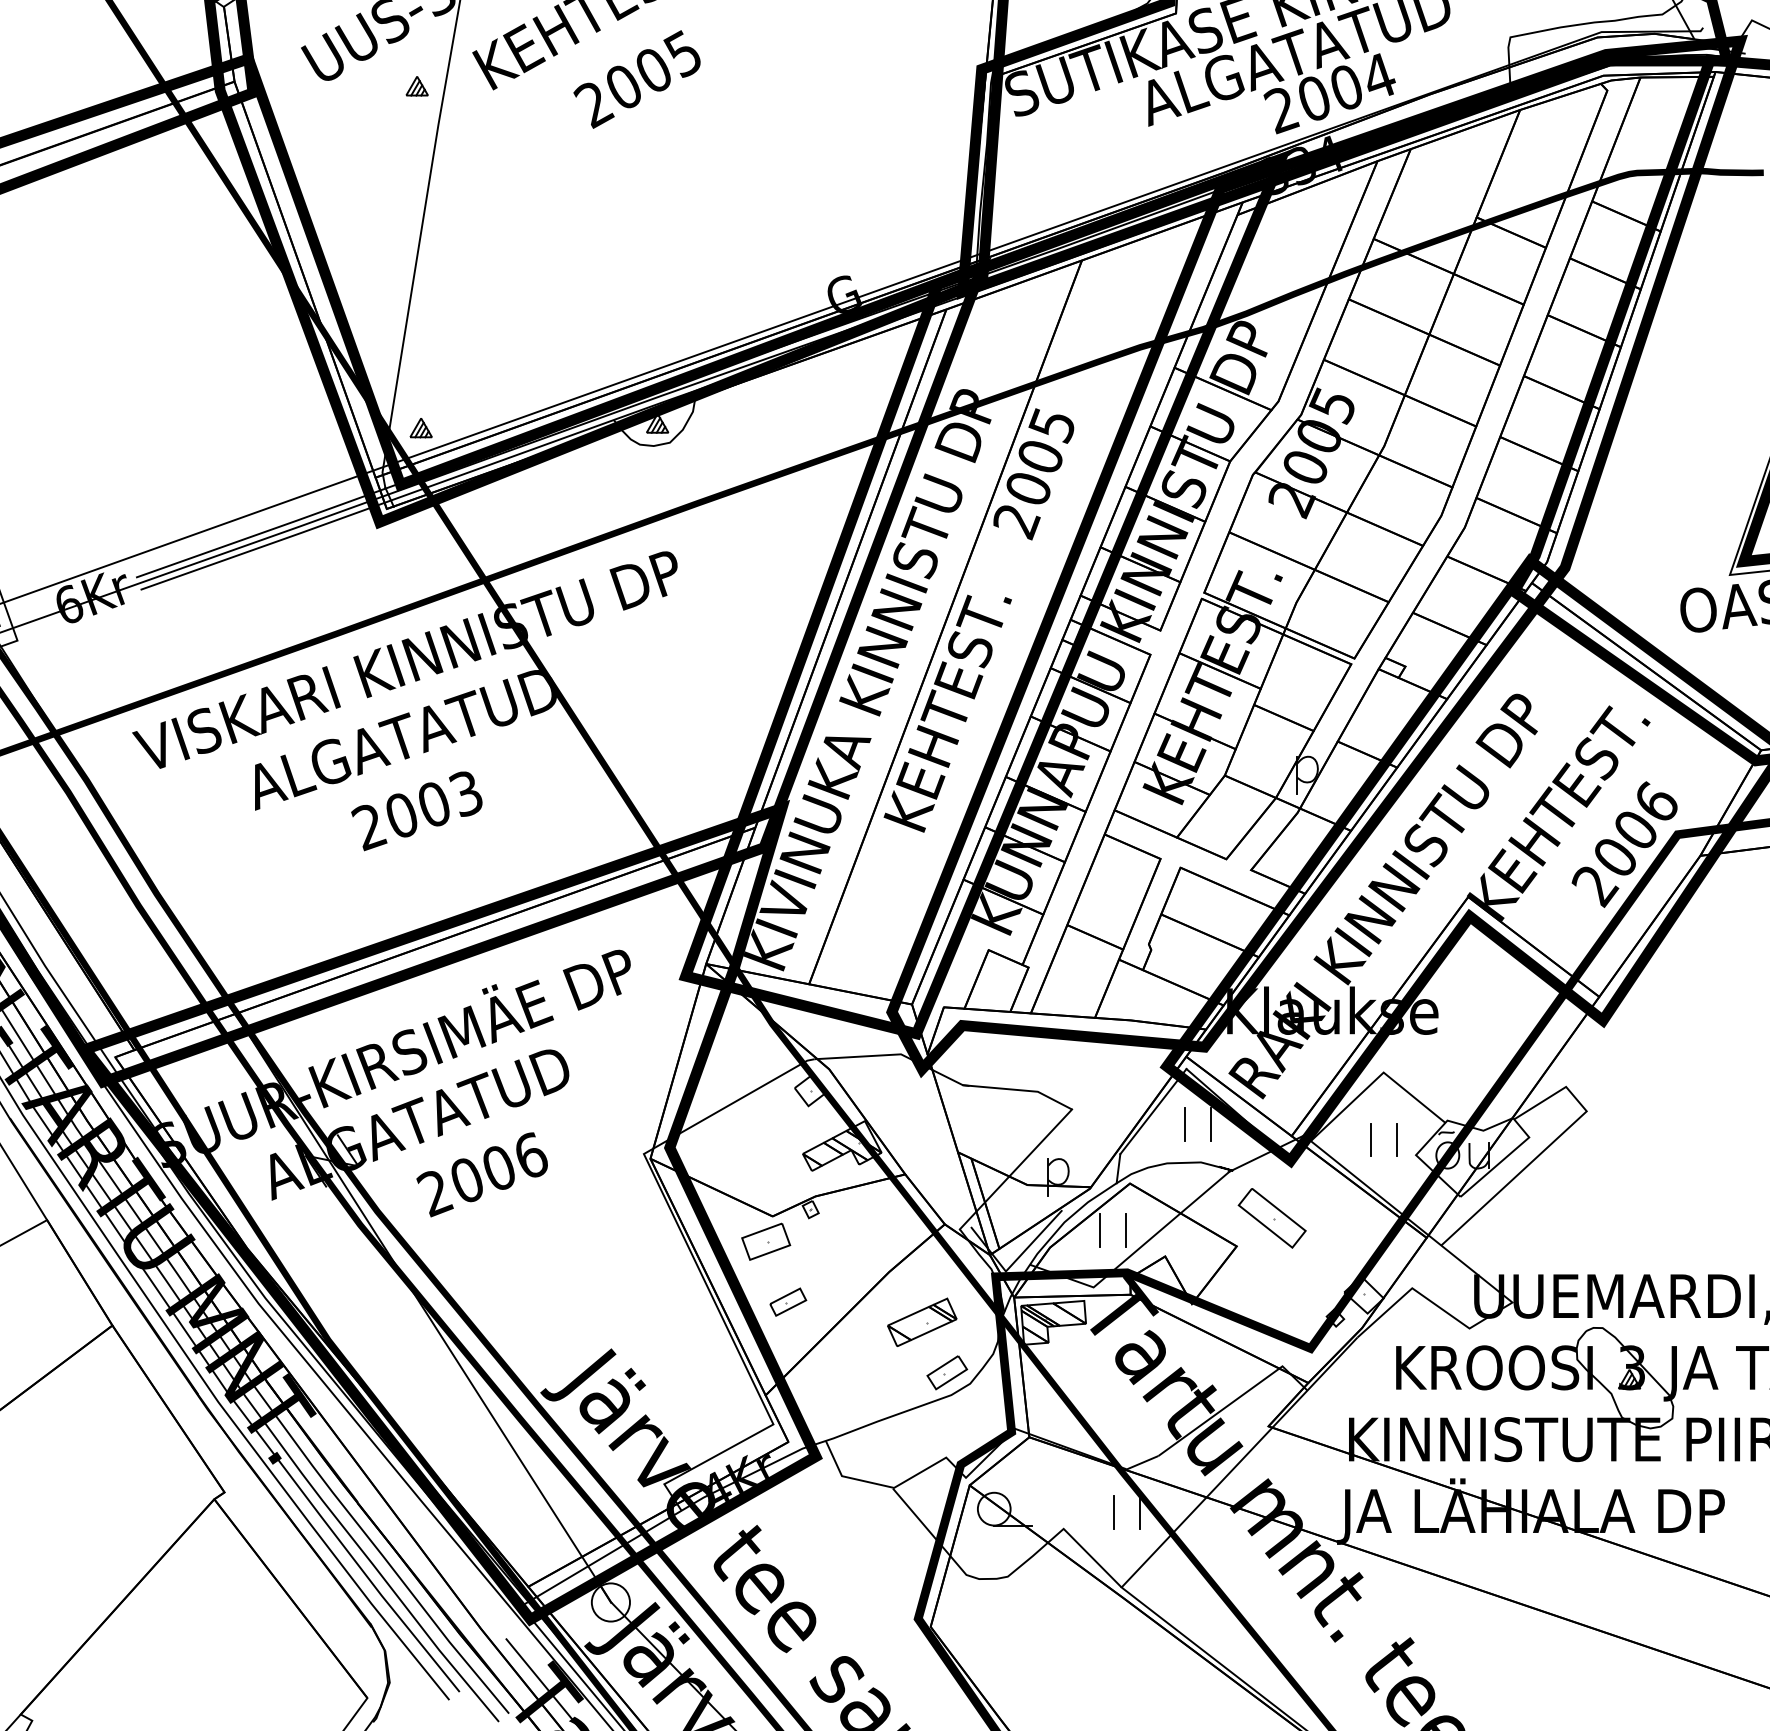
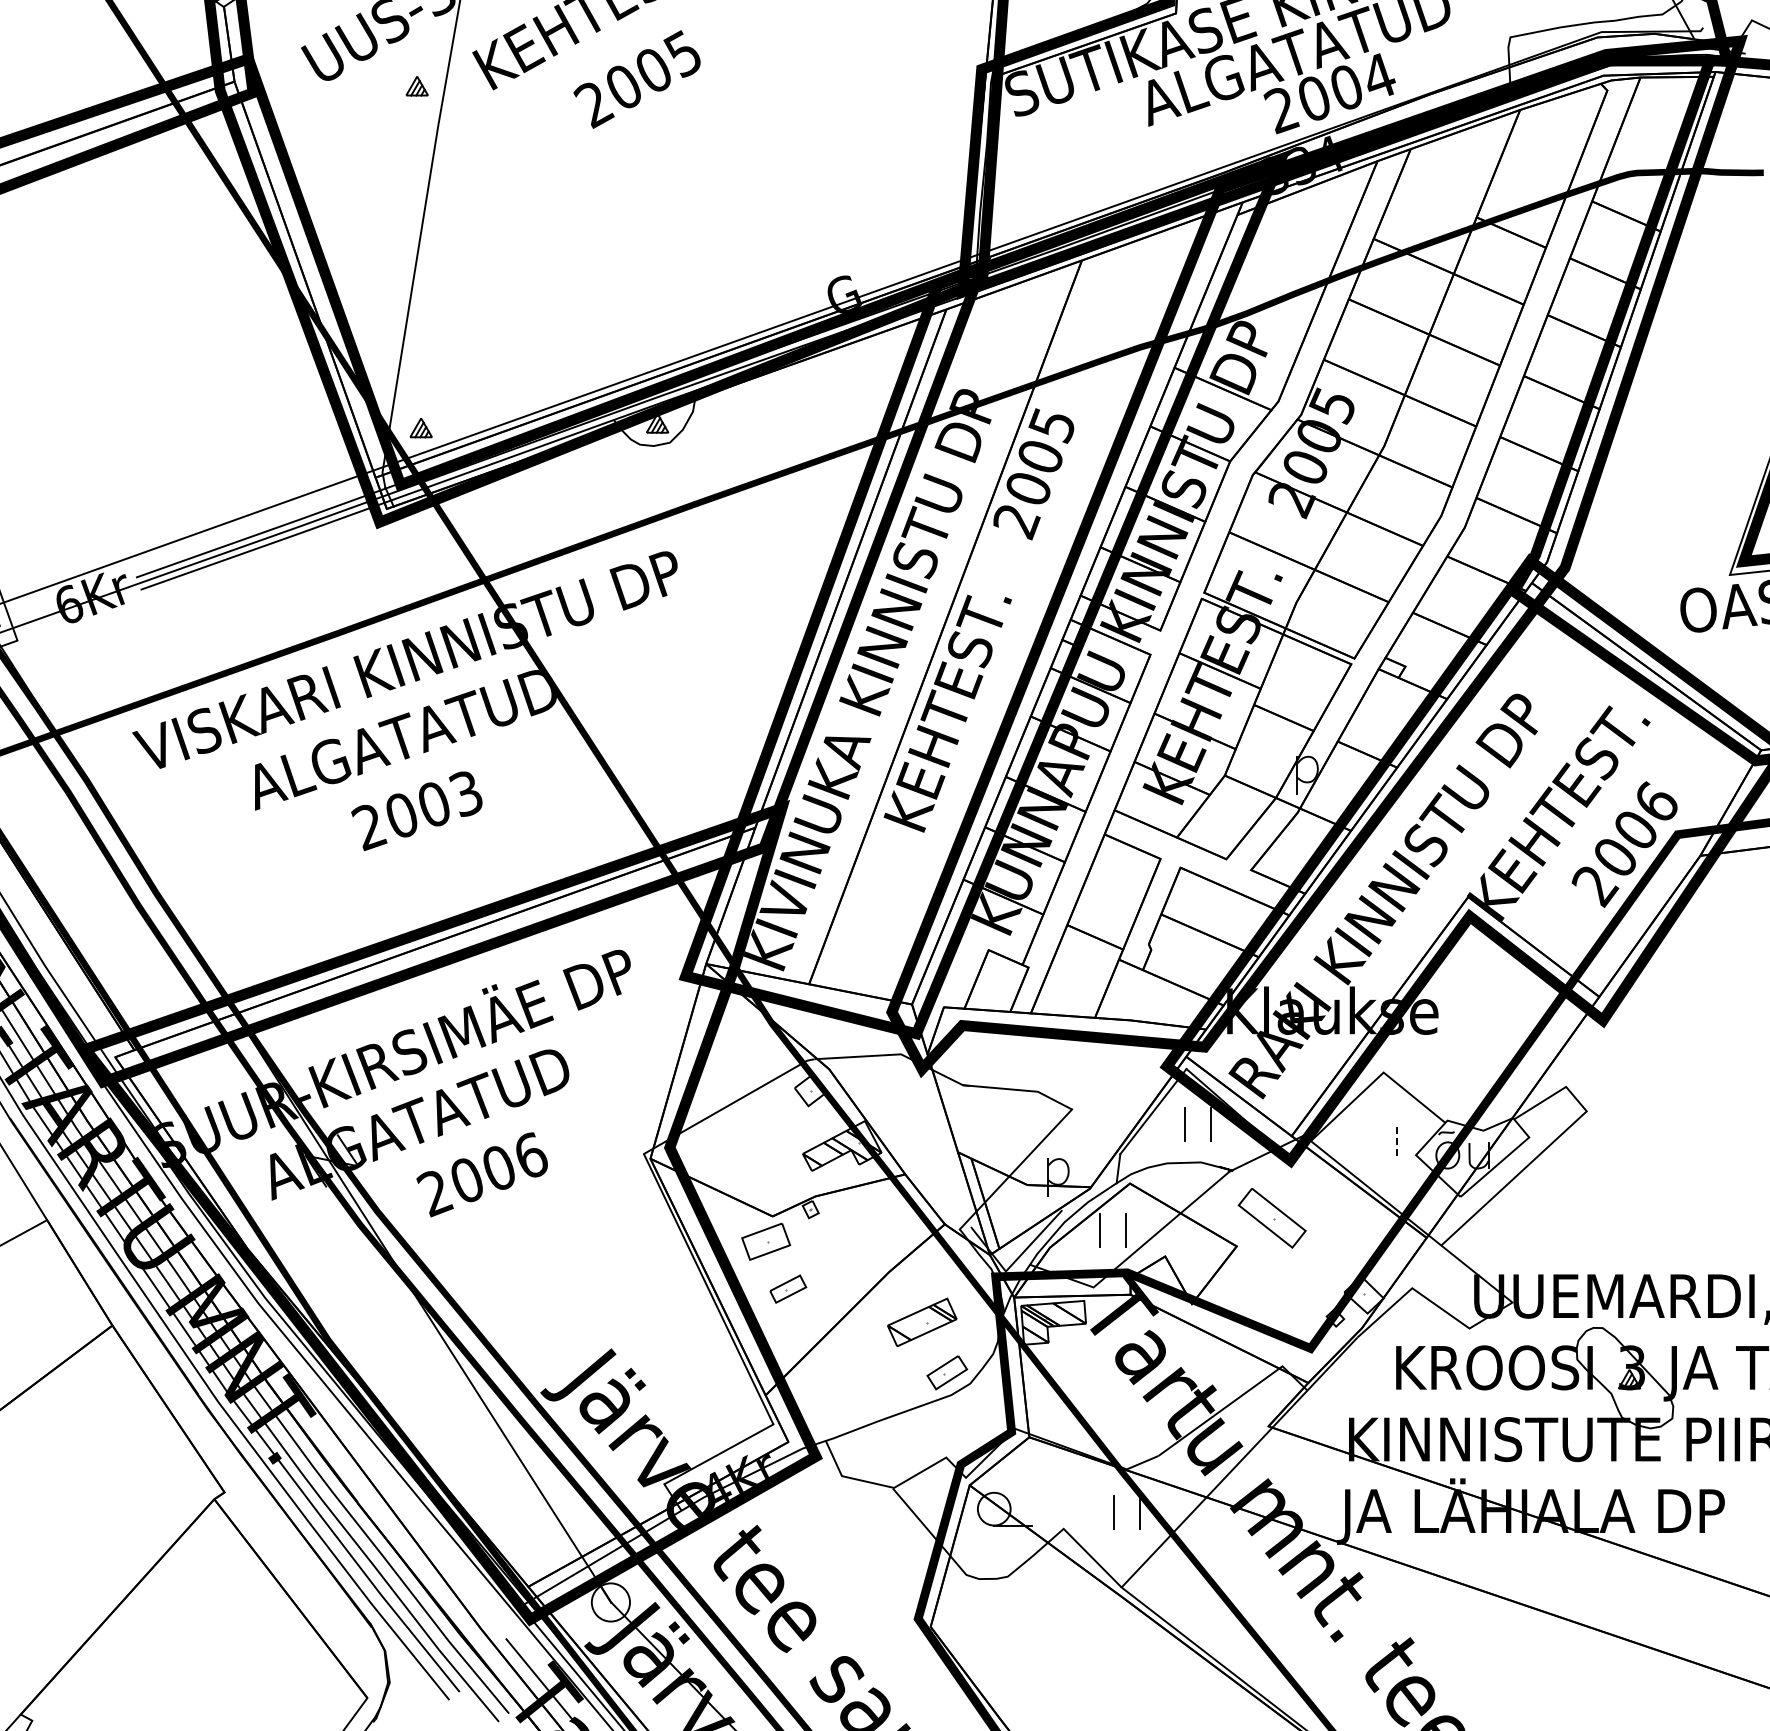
line at (1370, 1139): present -> none
line at (1396, 1139): solid -> dashed
part at (788, 1301) position: (788, 1301) -> (788, 1288)
